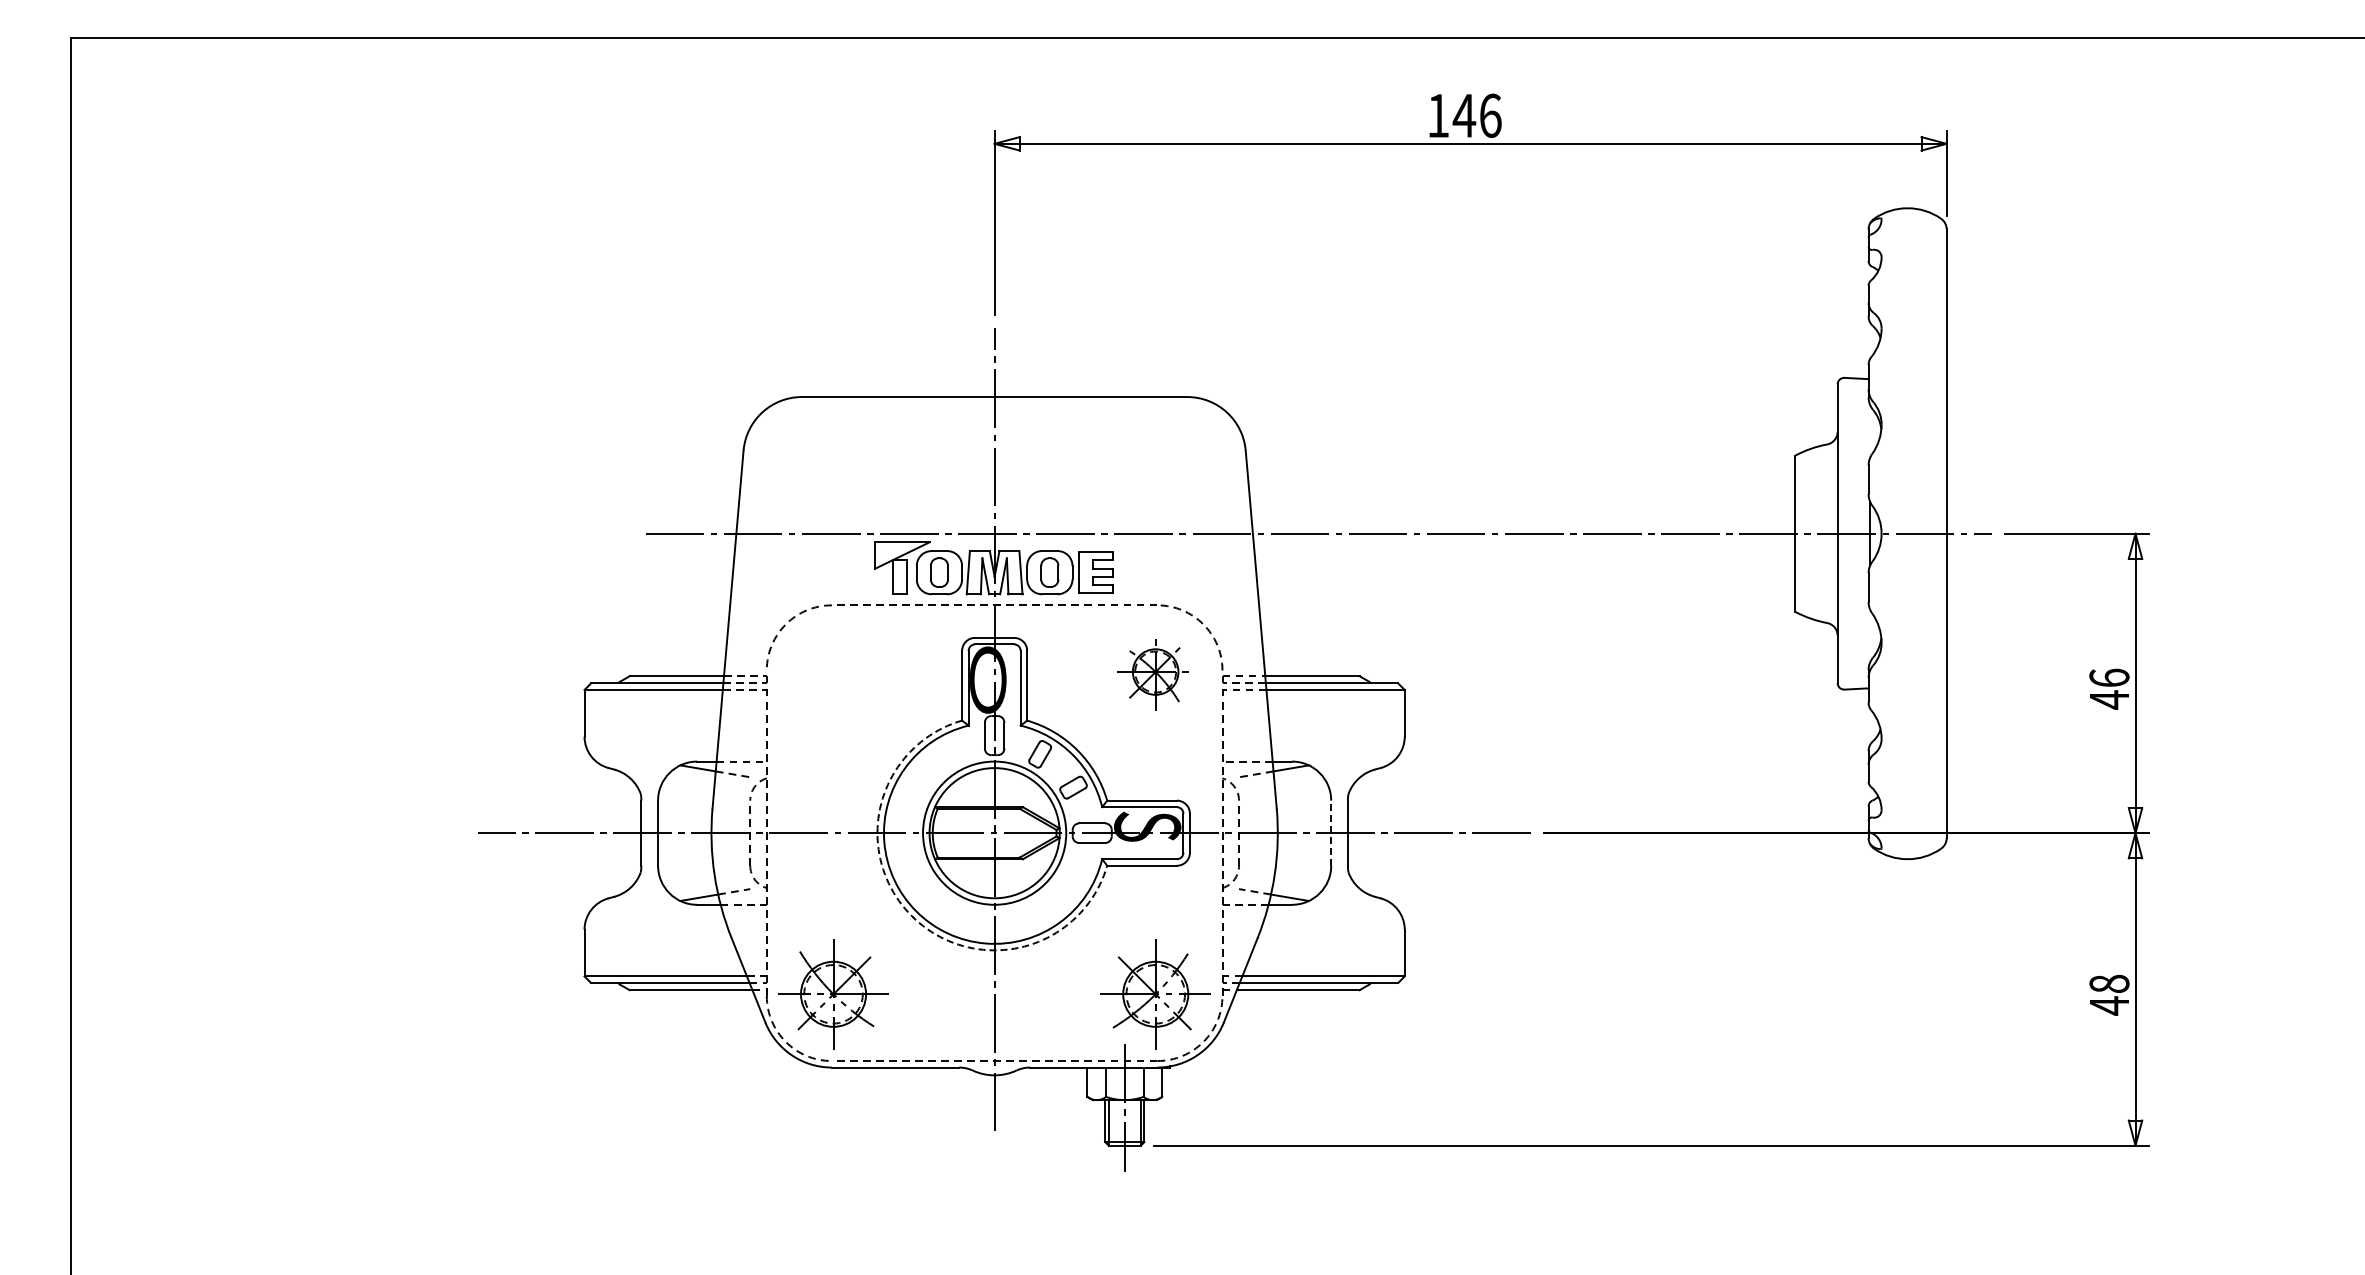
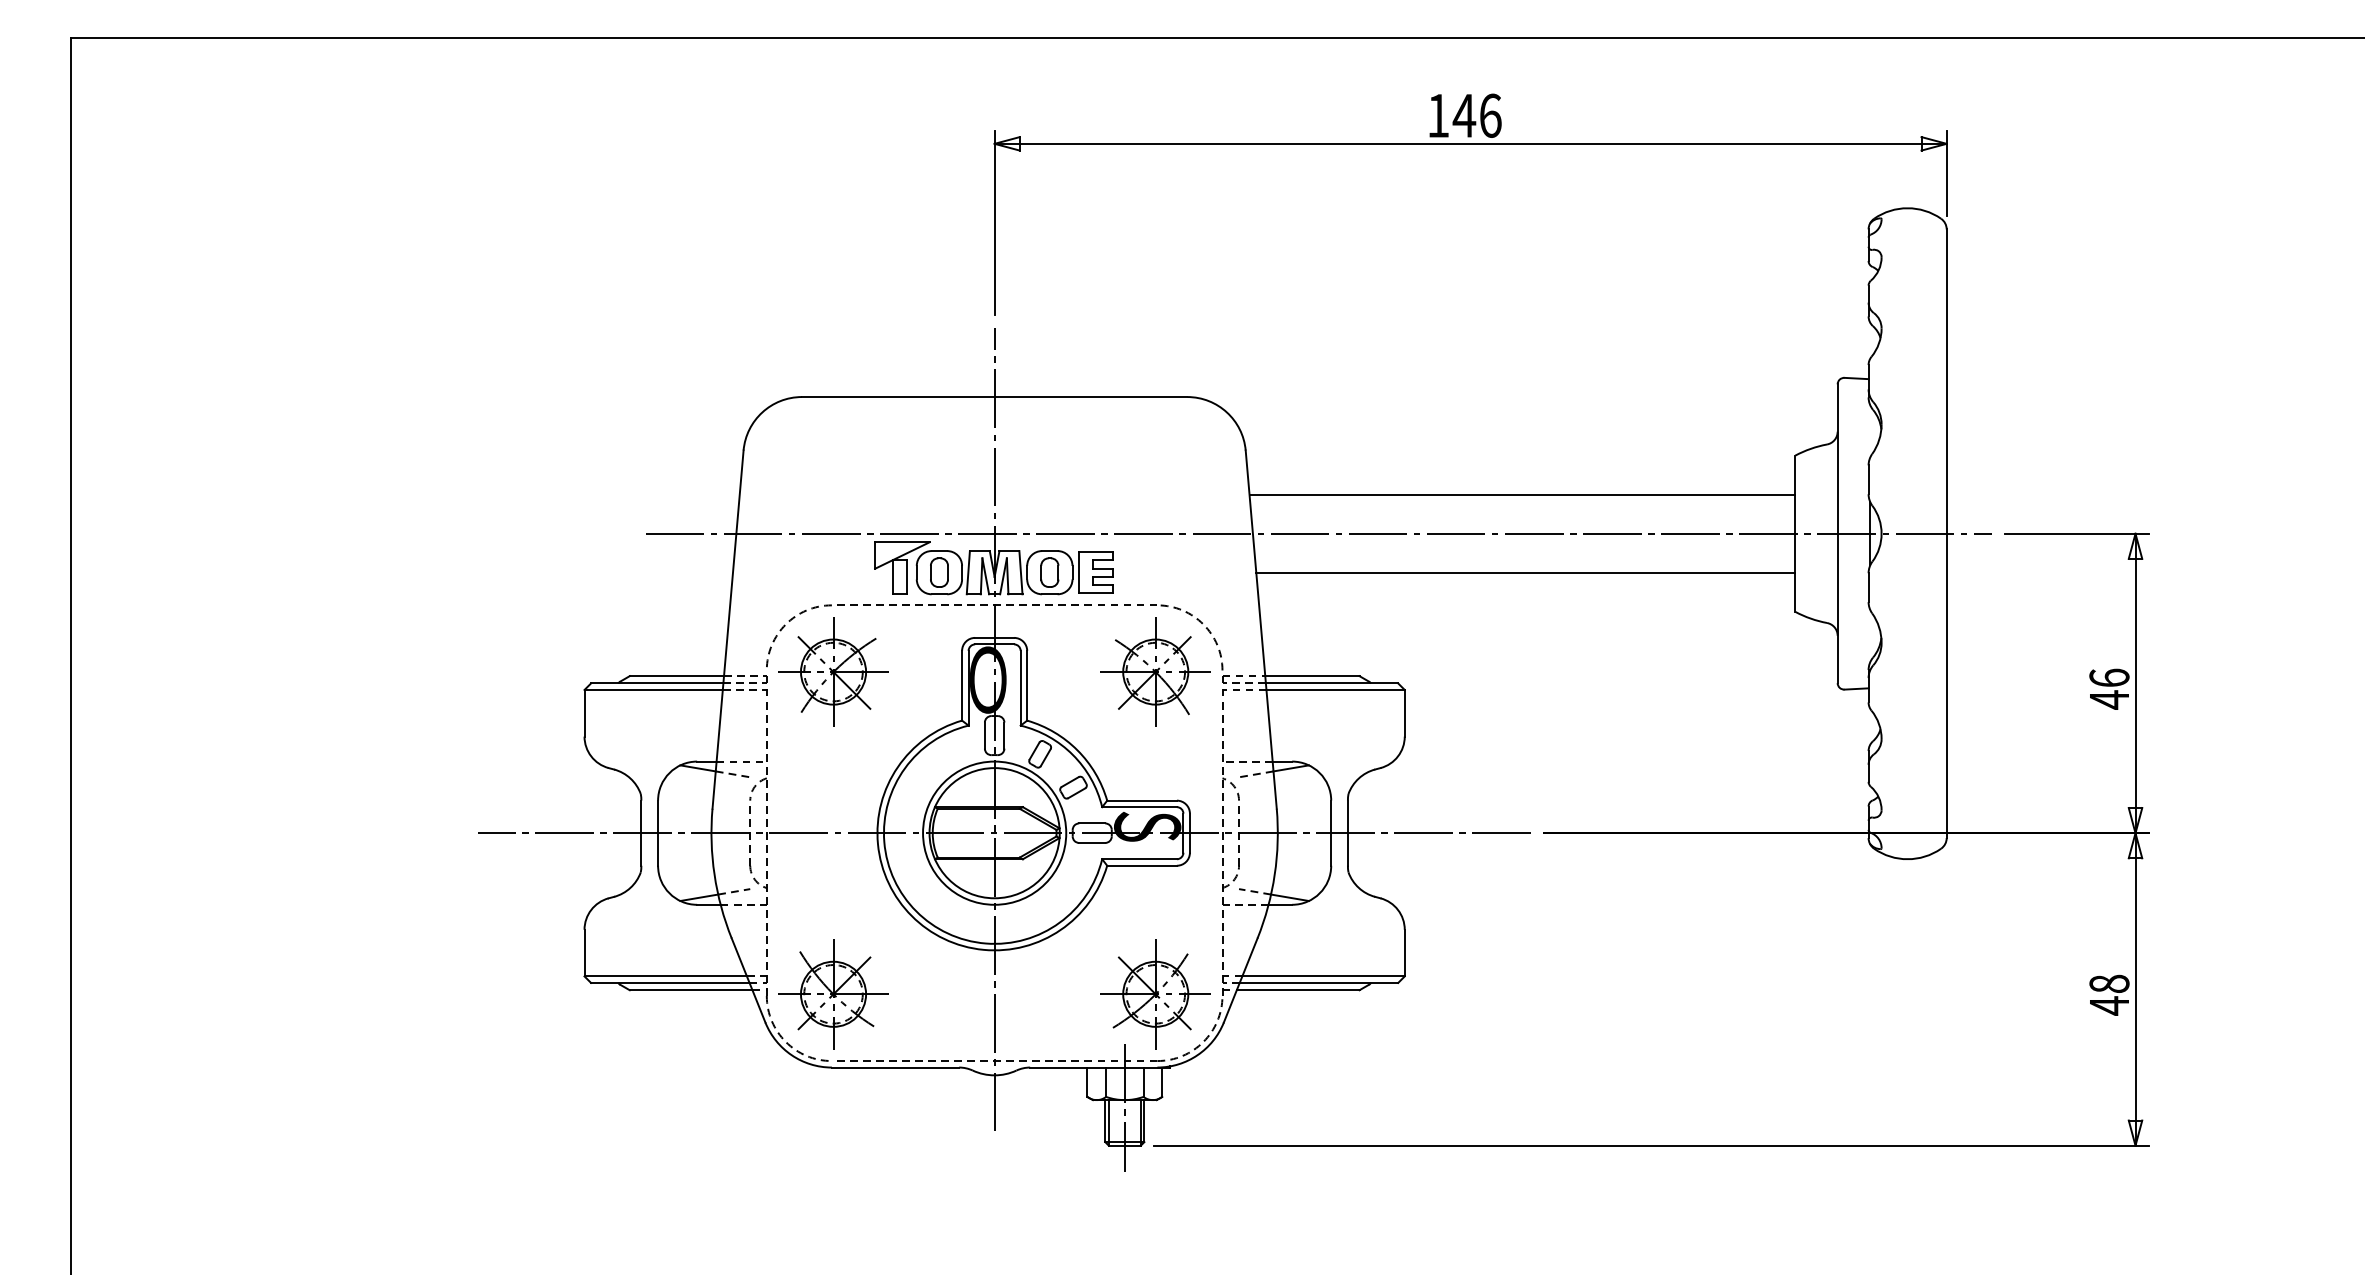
line at (1522, 494): none -> present
line at (1525, 572): none -> present
part at (833, 671): none -> present
part at (1152, 674) size: 72x72 px -> 111x110 px
line at (1331, 833): dashed -> solid
arc at (911, 916): dashed -> solid
